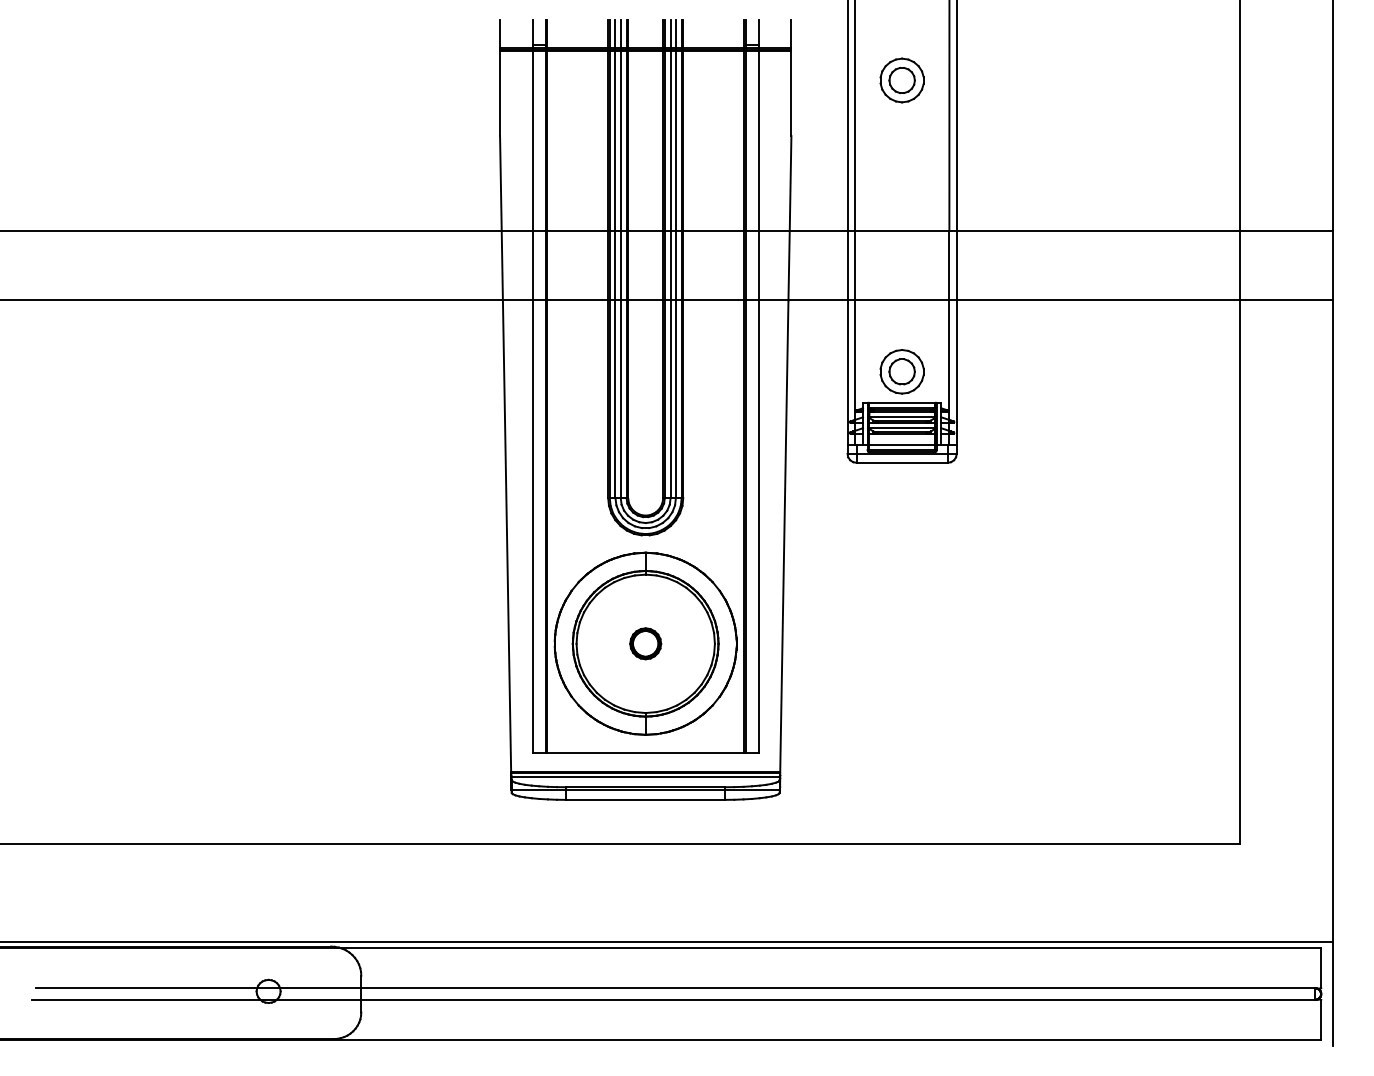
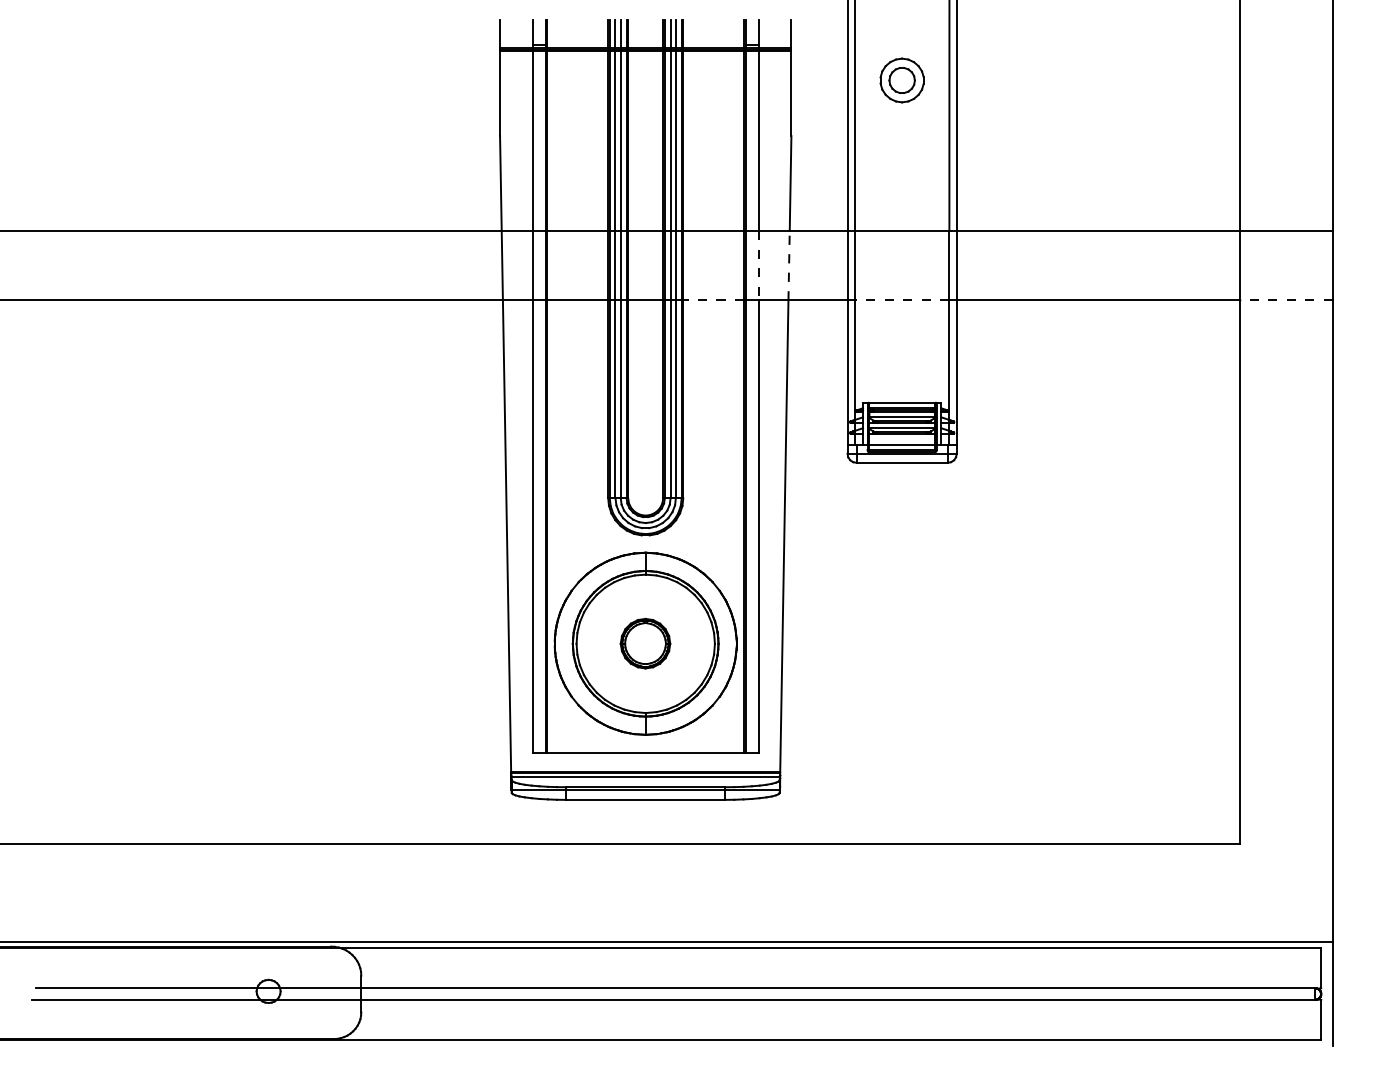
line at (758, 265): solid -> dashed
line at (789, 265): solid -> dashed
line at (713, 300): solid -> dashed
line at (901, 300): solid -> dashed
line at (1286, 300): solid -> dashed
part at (901, 371): present -> none
part at (645, 643) size: 34x34 px -> 53x53 px
